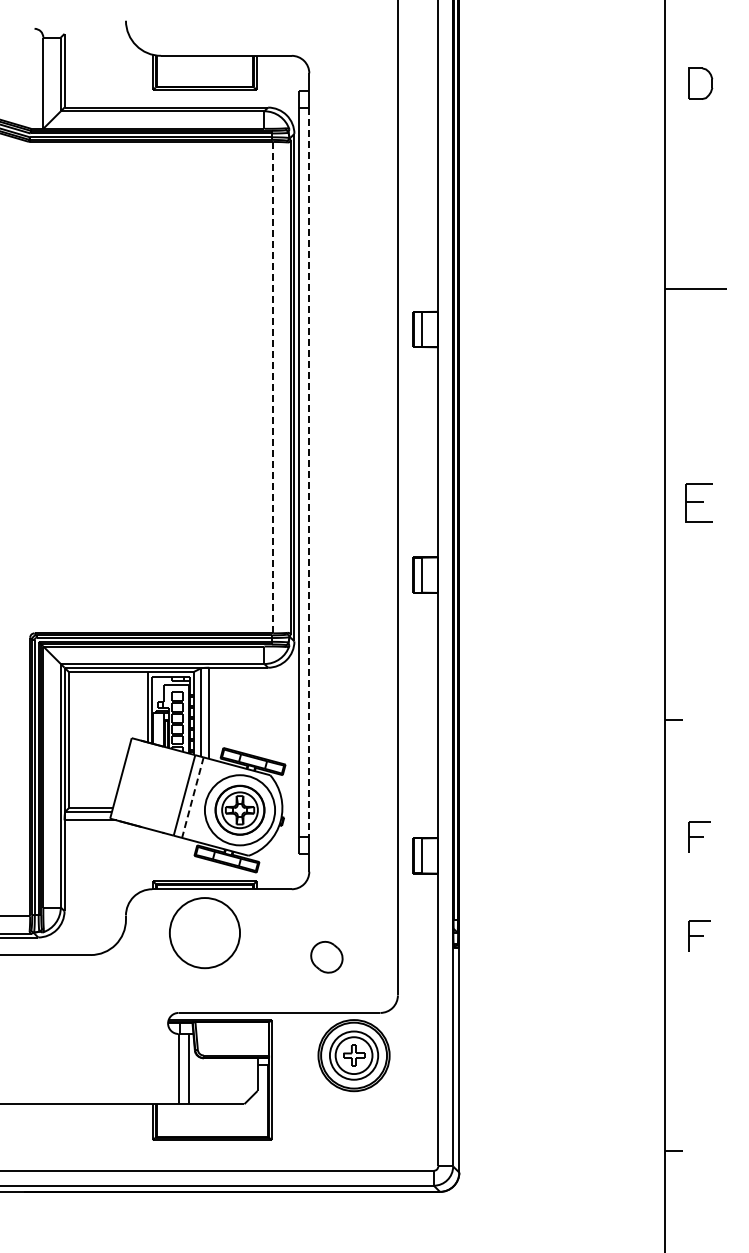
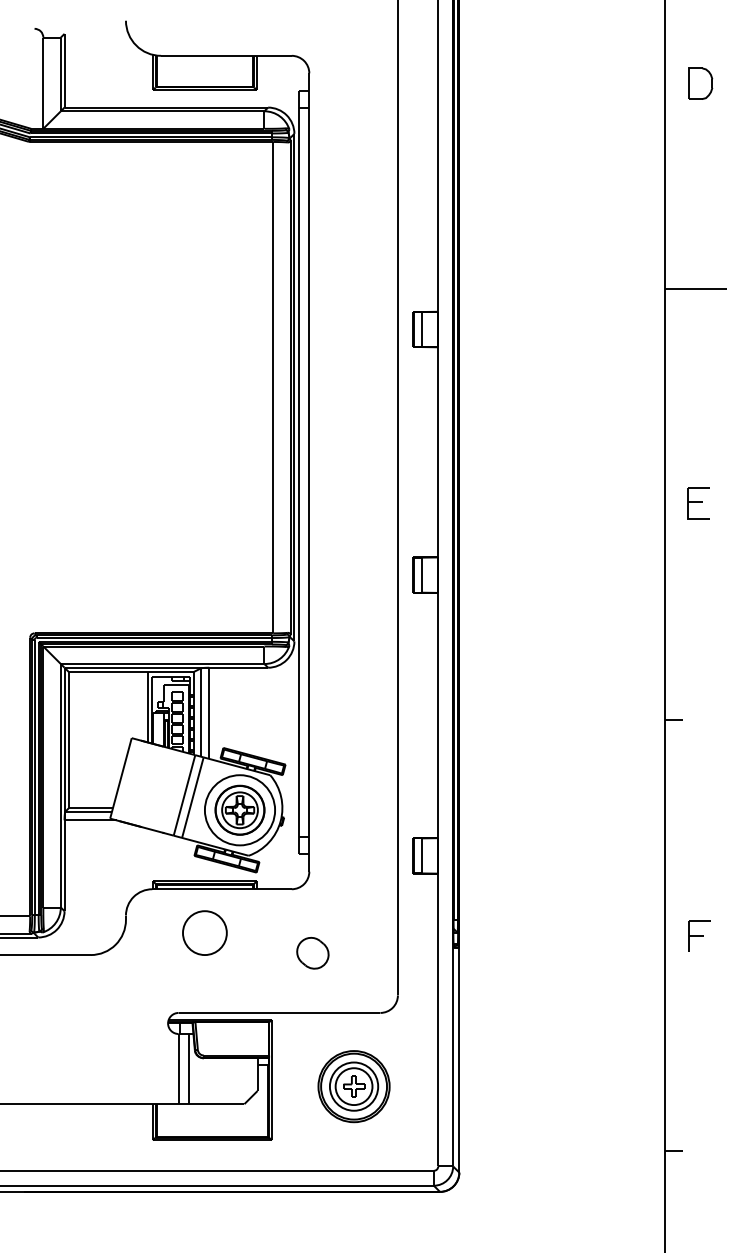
line at (273, 387): dashed -> solid
line at (309, 473): dashed -> solid
part at (698, 502) size: 28x40 px -> 23x33 px
line at (192, 797): dashed -> solid
part at (699, 836): present -> none
circle at (204, 933) diameter: 70 px -> 44 px
part at (326, 957) position: (326, 957) -> (312, 953)
part at (353, 1055) position: (353, 1055) -> (353, 1086)
